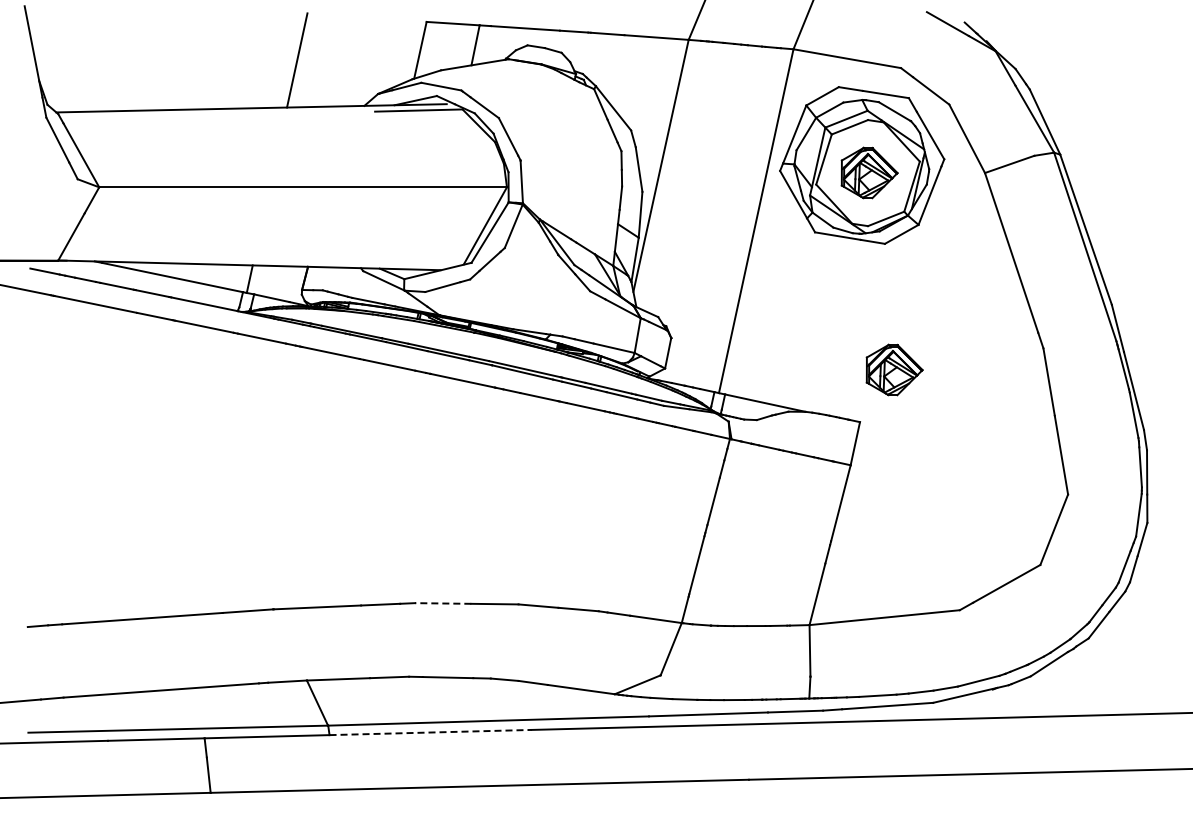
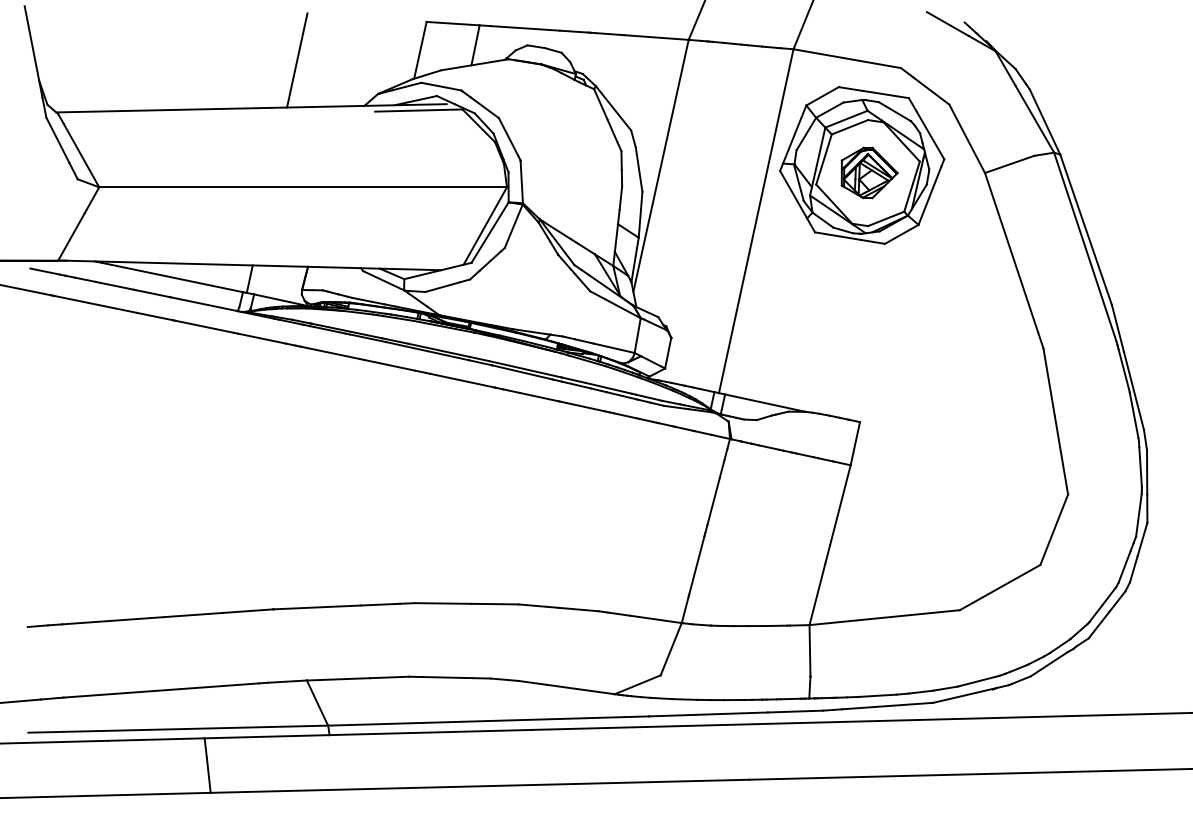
part at (894, 369): present -> none
line at (442, 603): dashed -> solid
line at (431, 732): dashed -> solid
